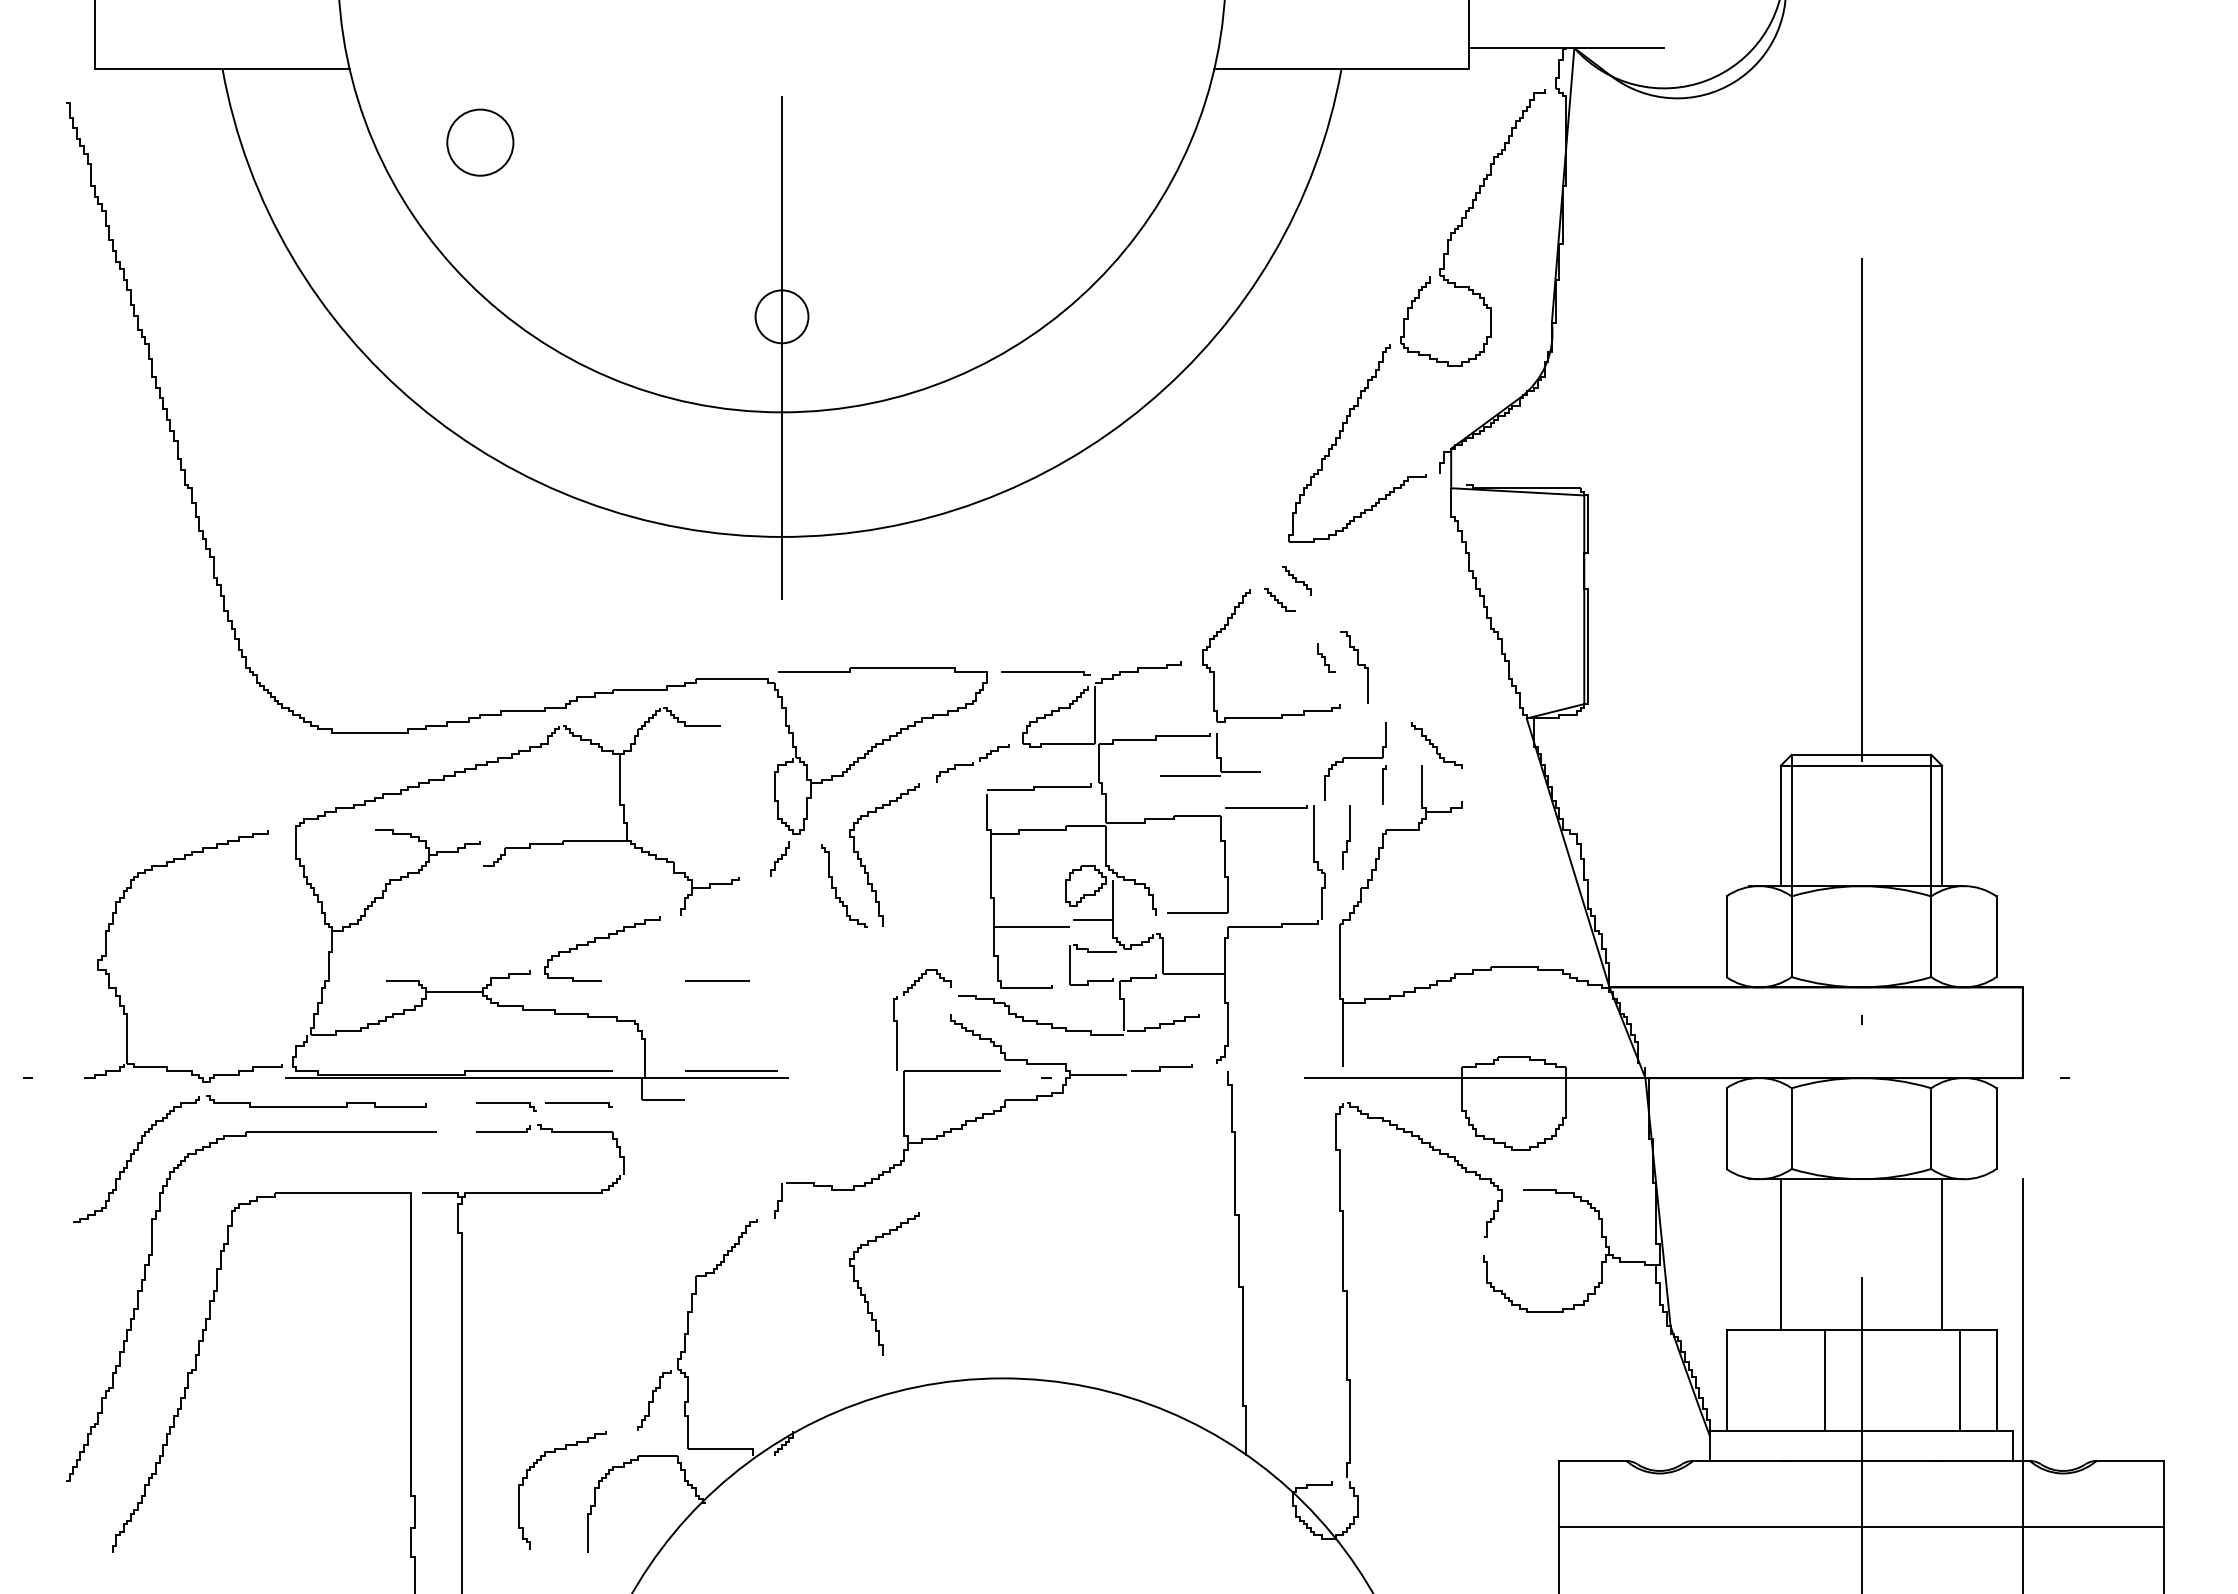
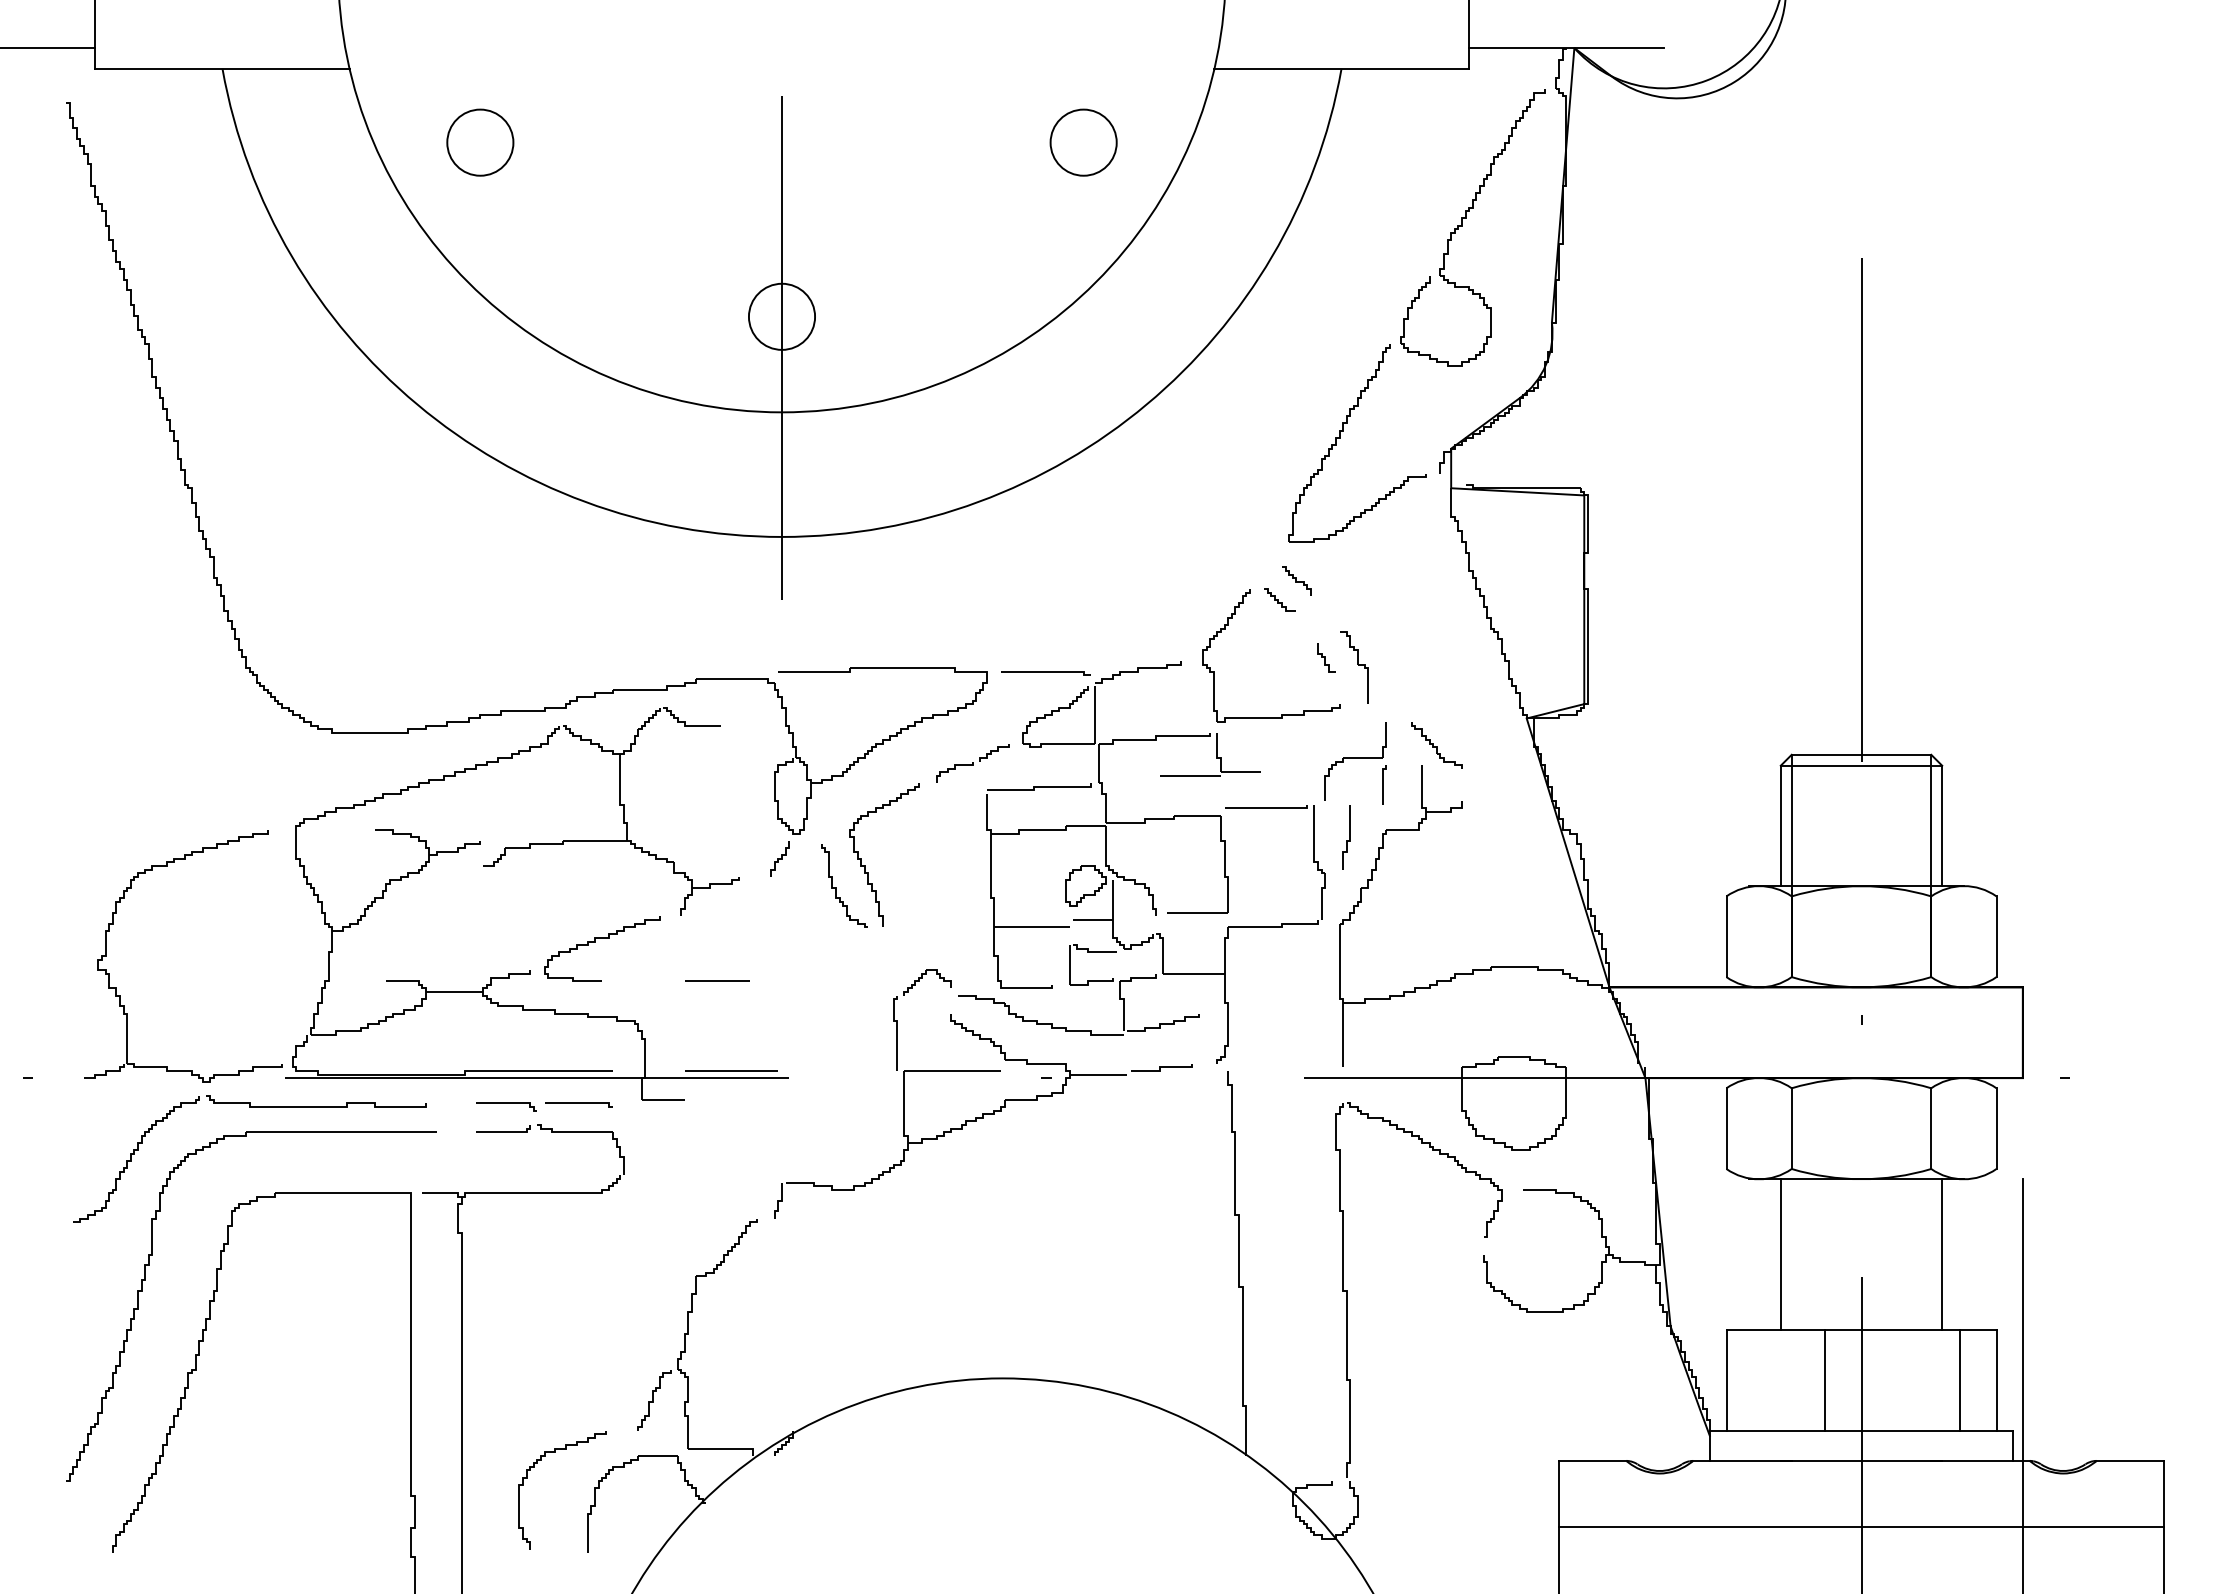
line at (48, 48): none -> present
circle at (1083, 142): none -> present
circle at (781, 316) diameter: 53 px -> 66 px
part at (865, 1294): present -> none
